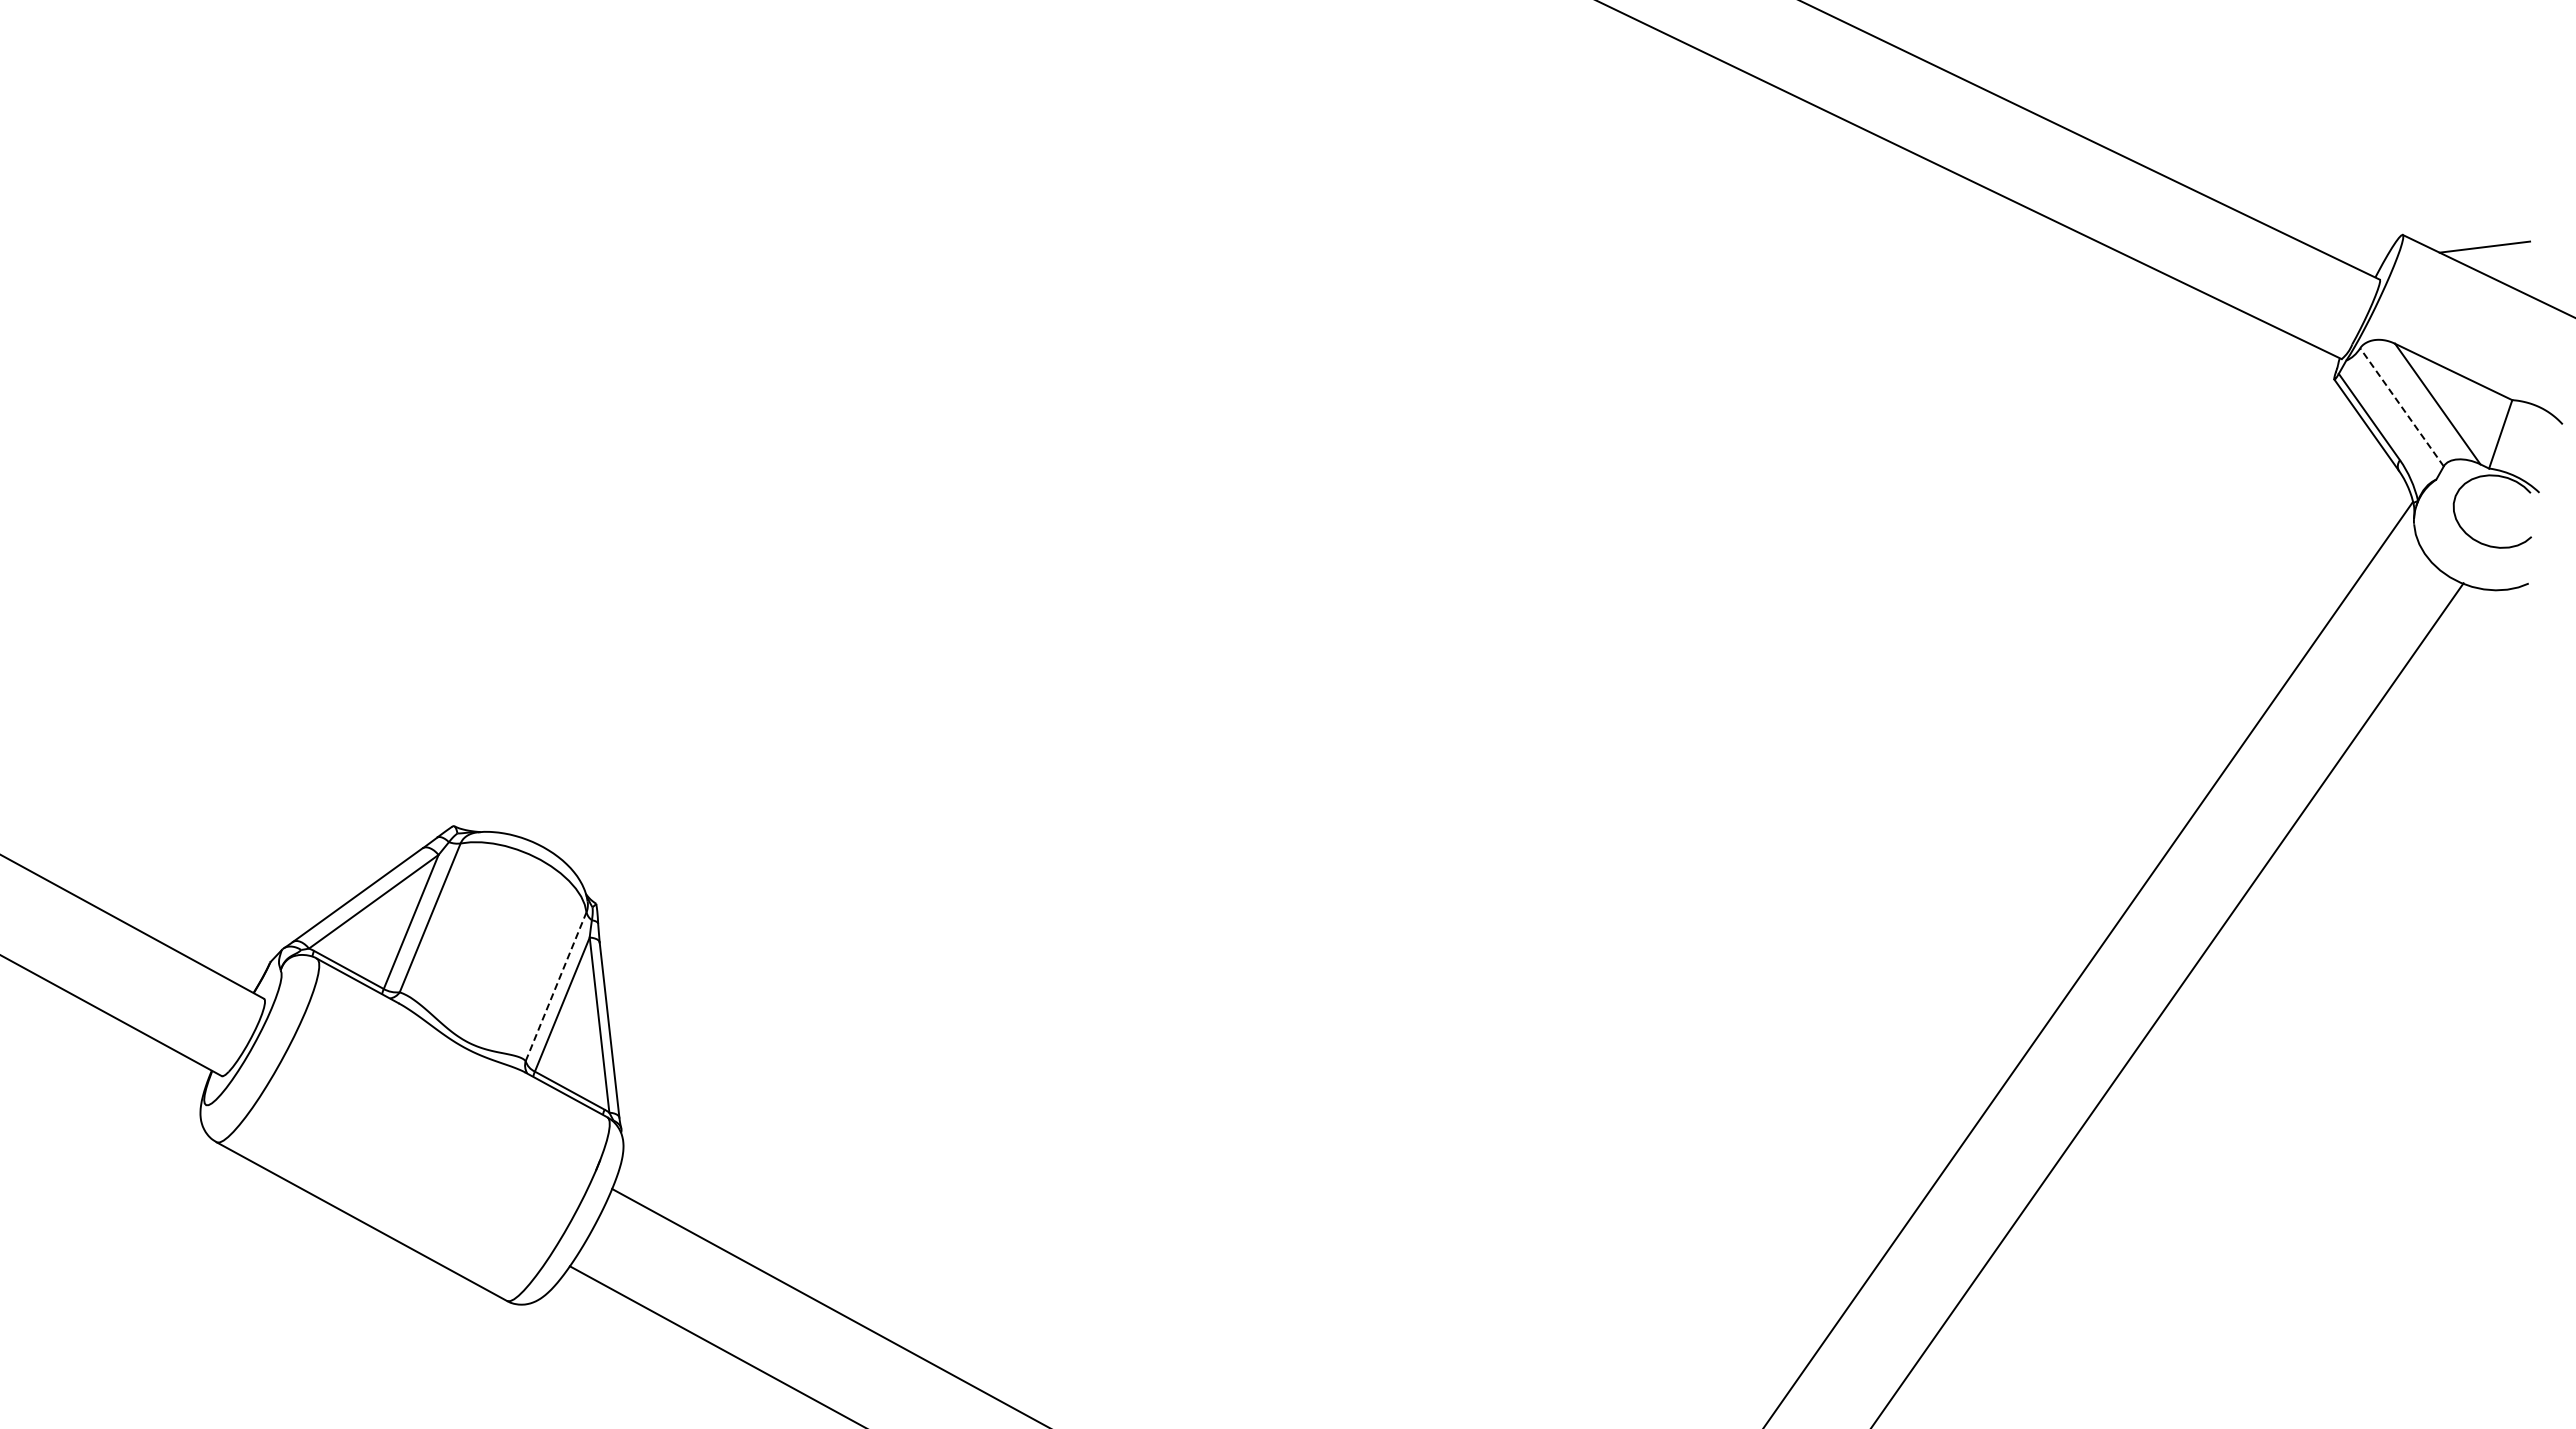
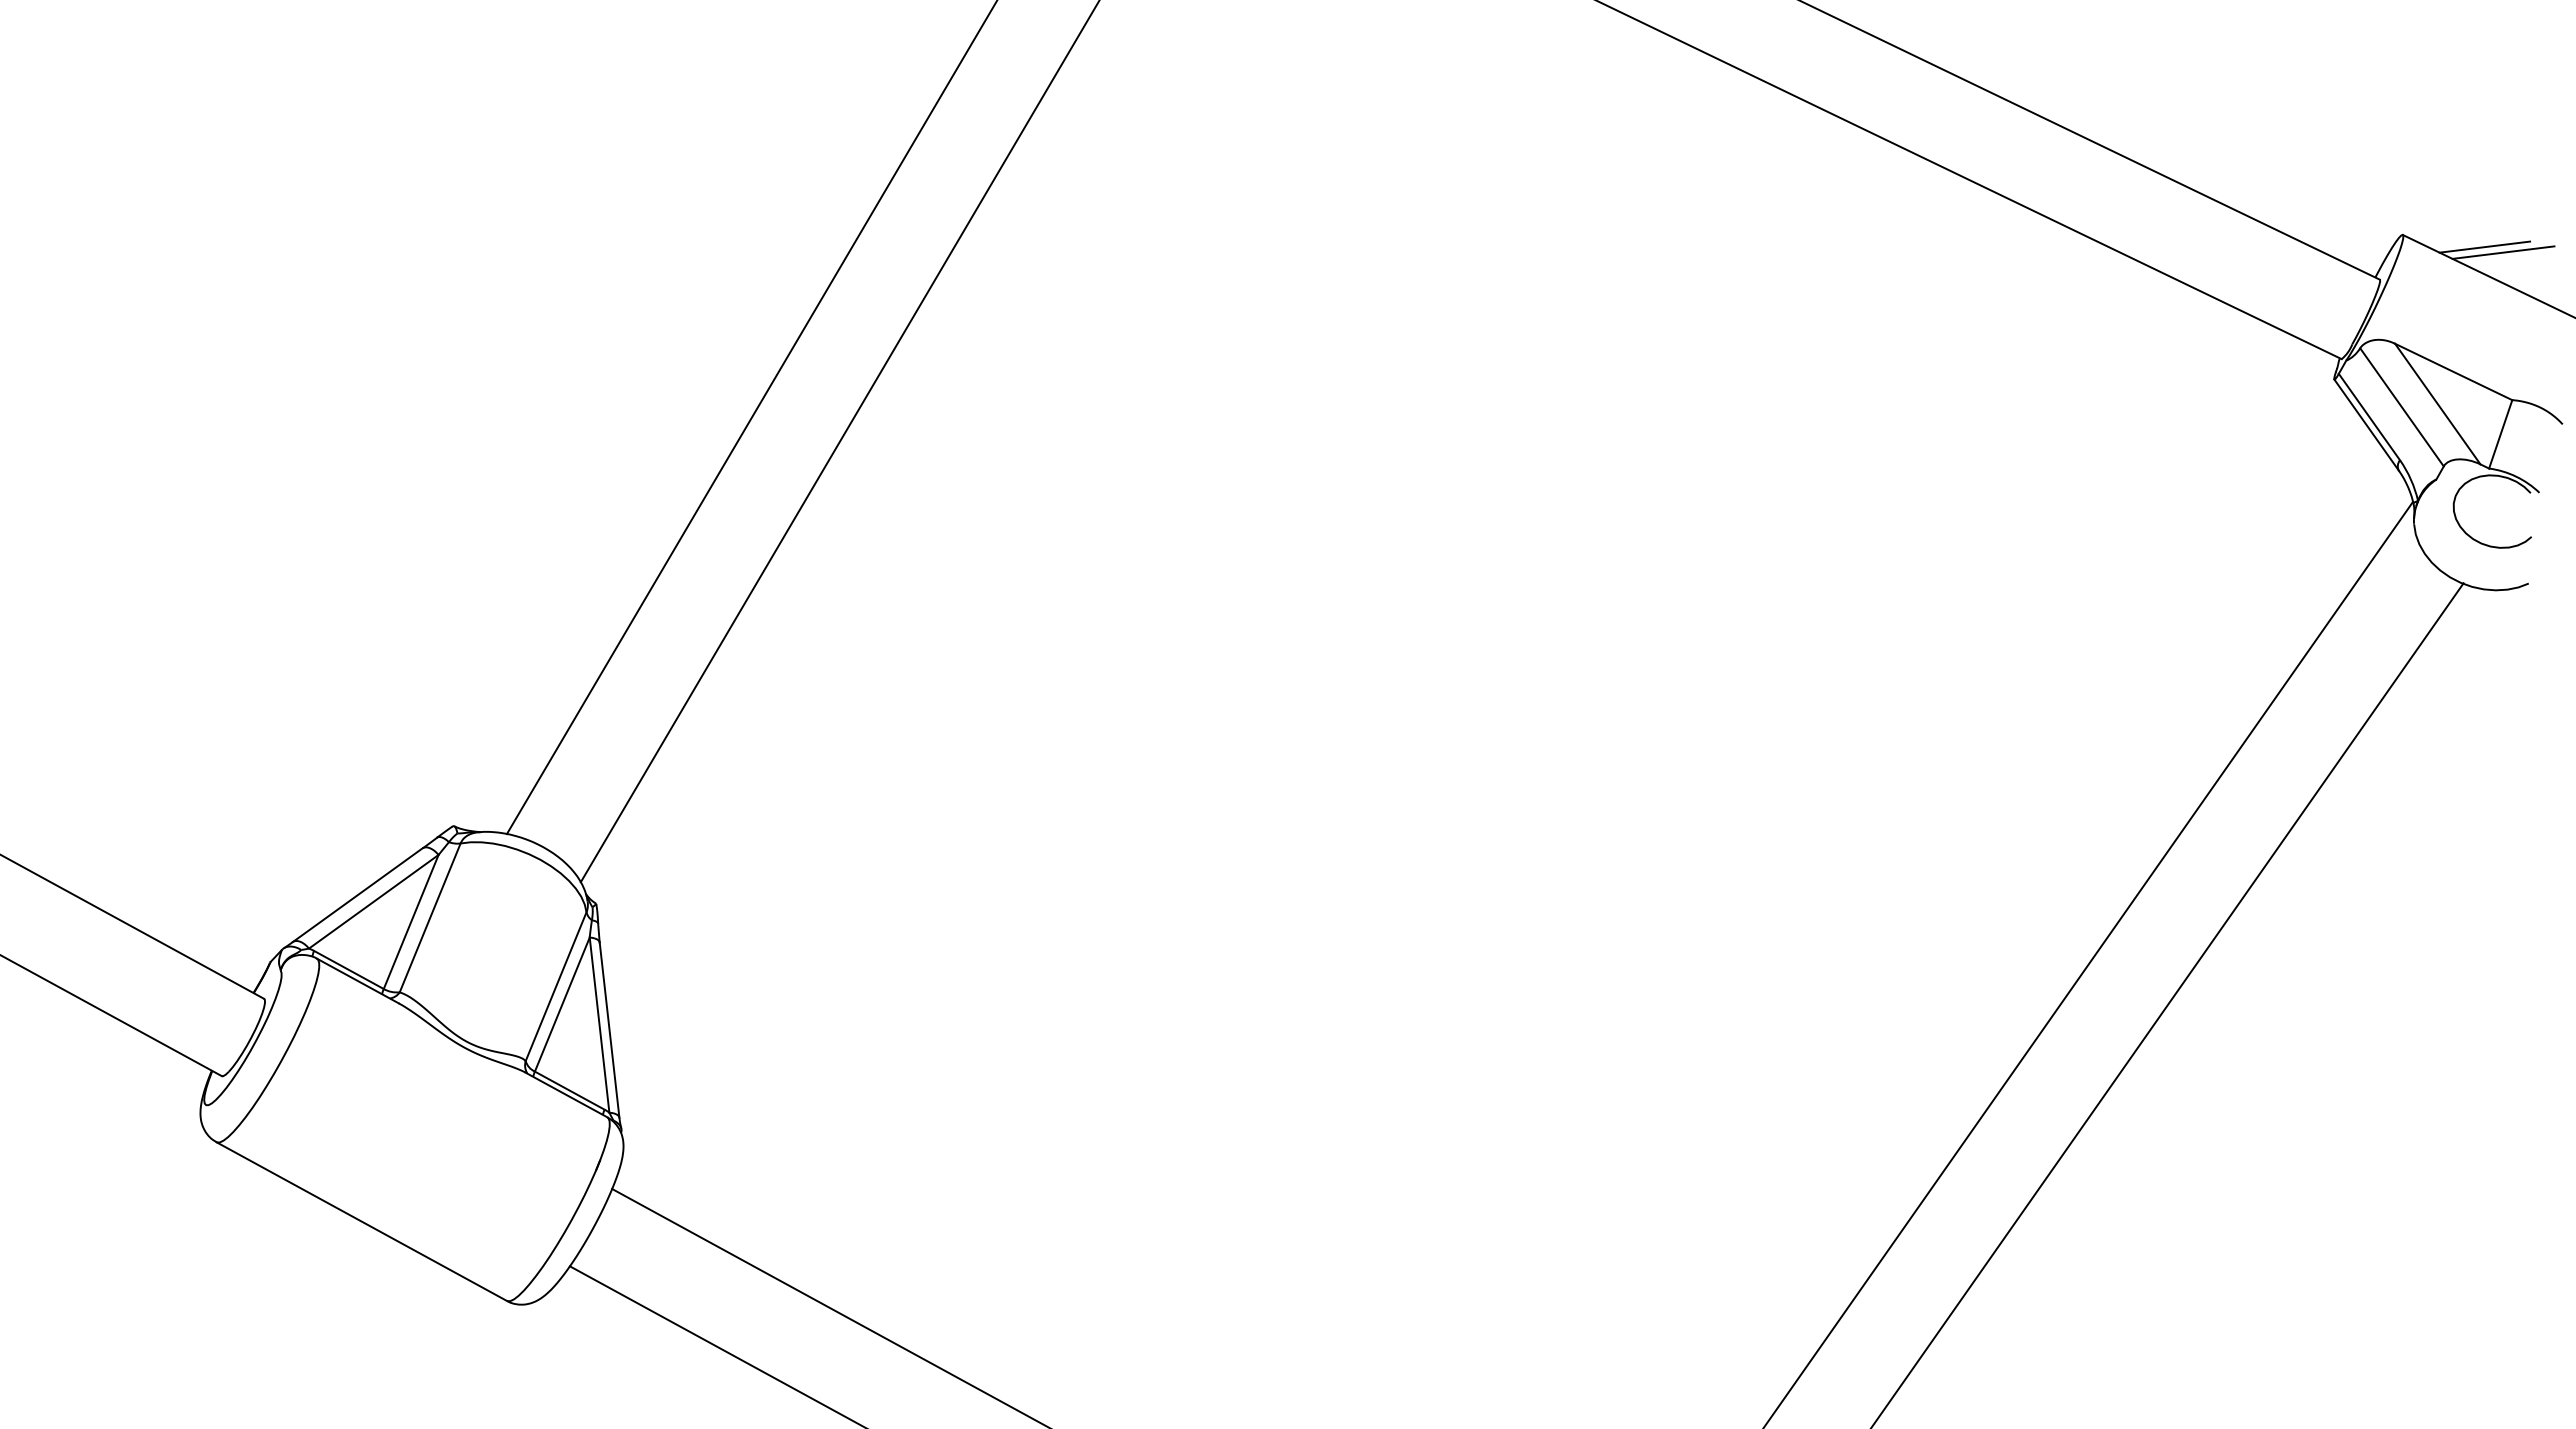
line at (2503, 252): none -> present
line at (2401, 406): dashed -> solid
line at (751, 418): none -> present
line at (839, 442): none -> present
line at (556, 986): dashed -> solid
